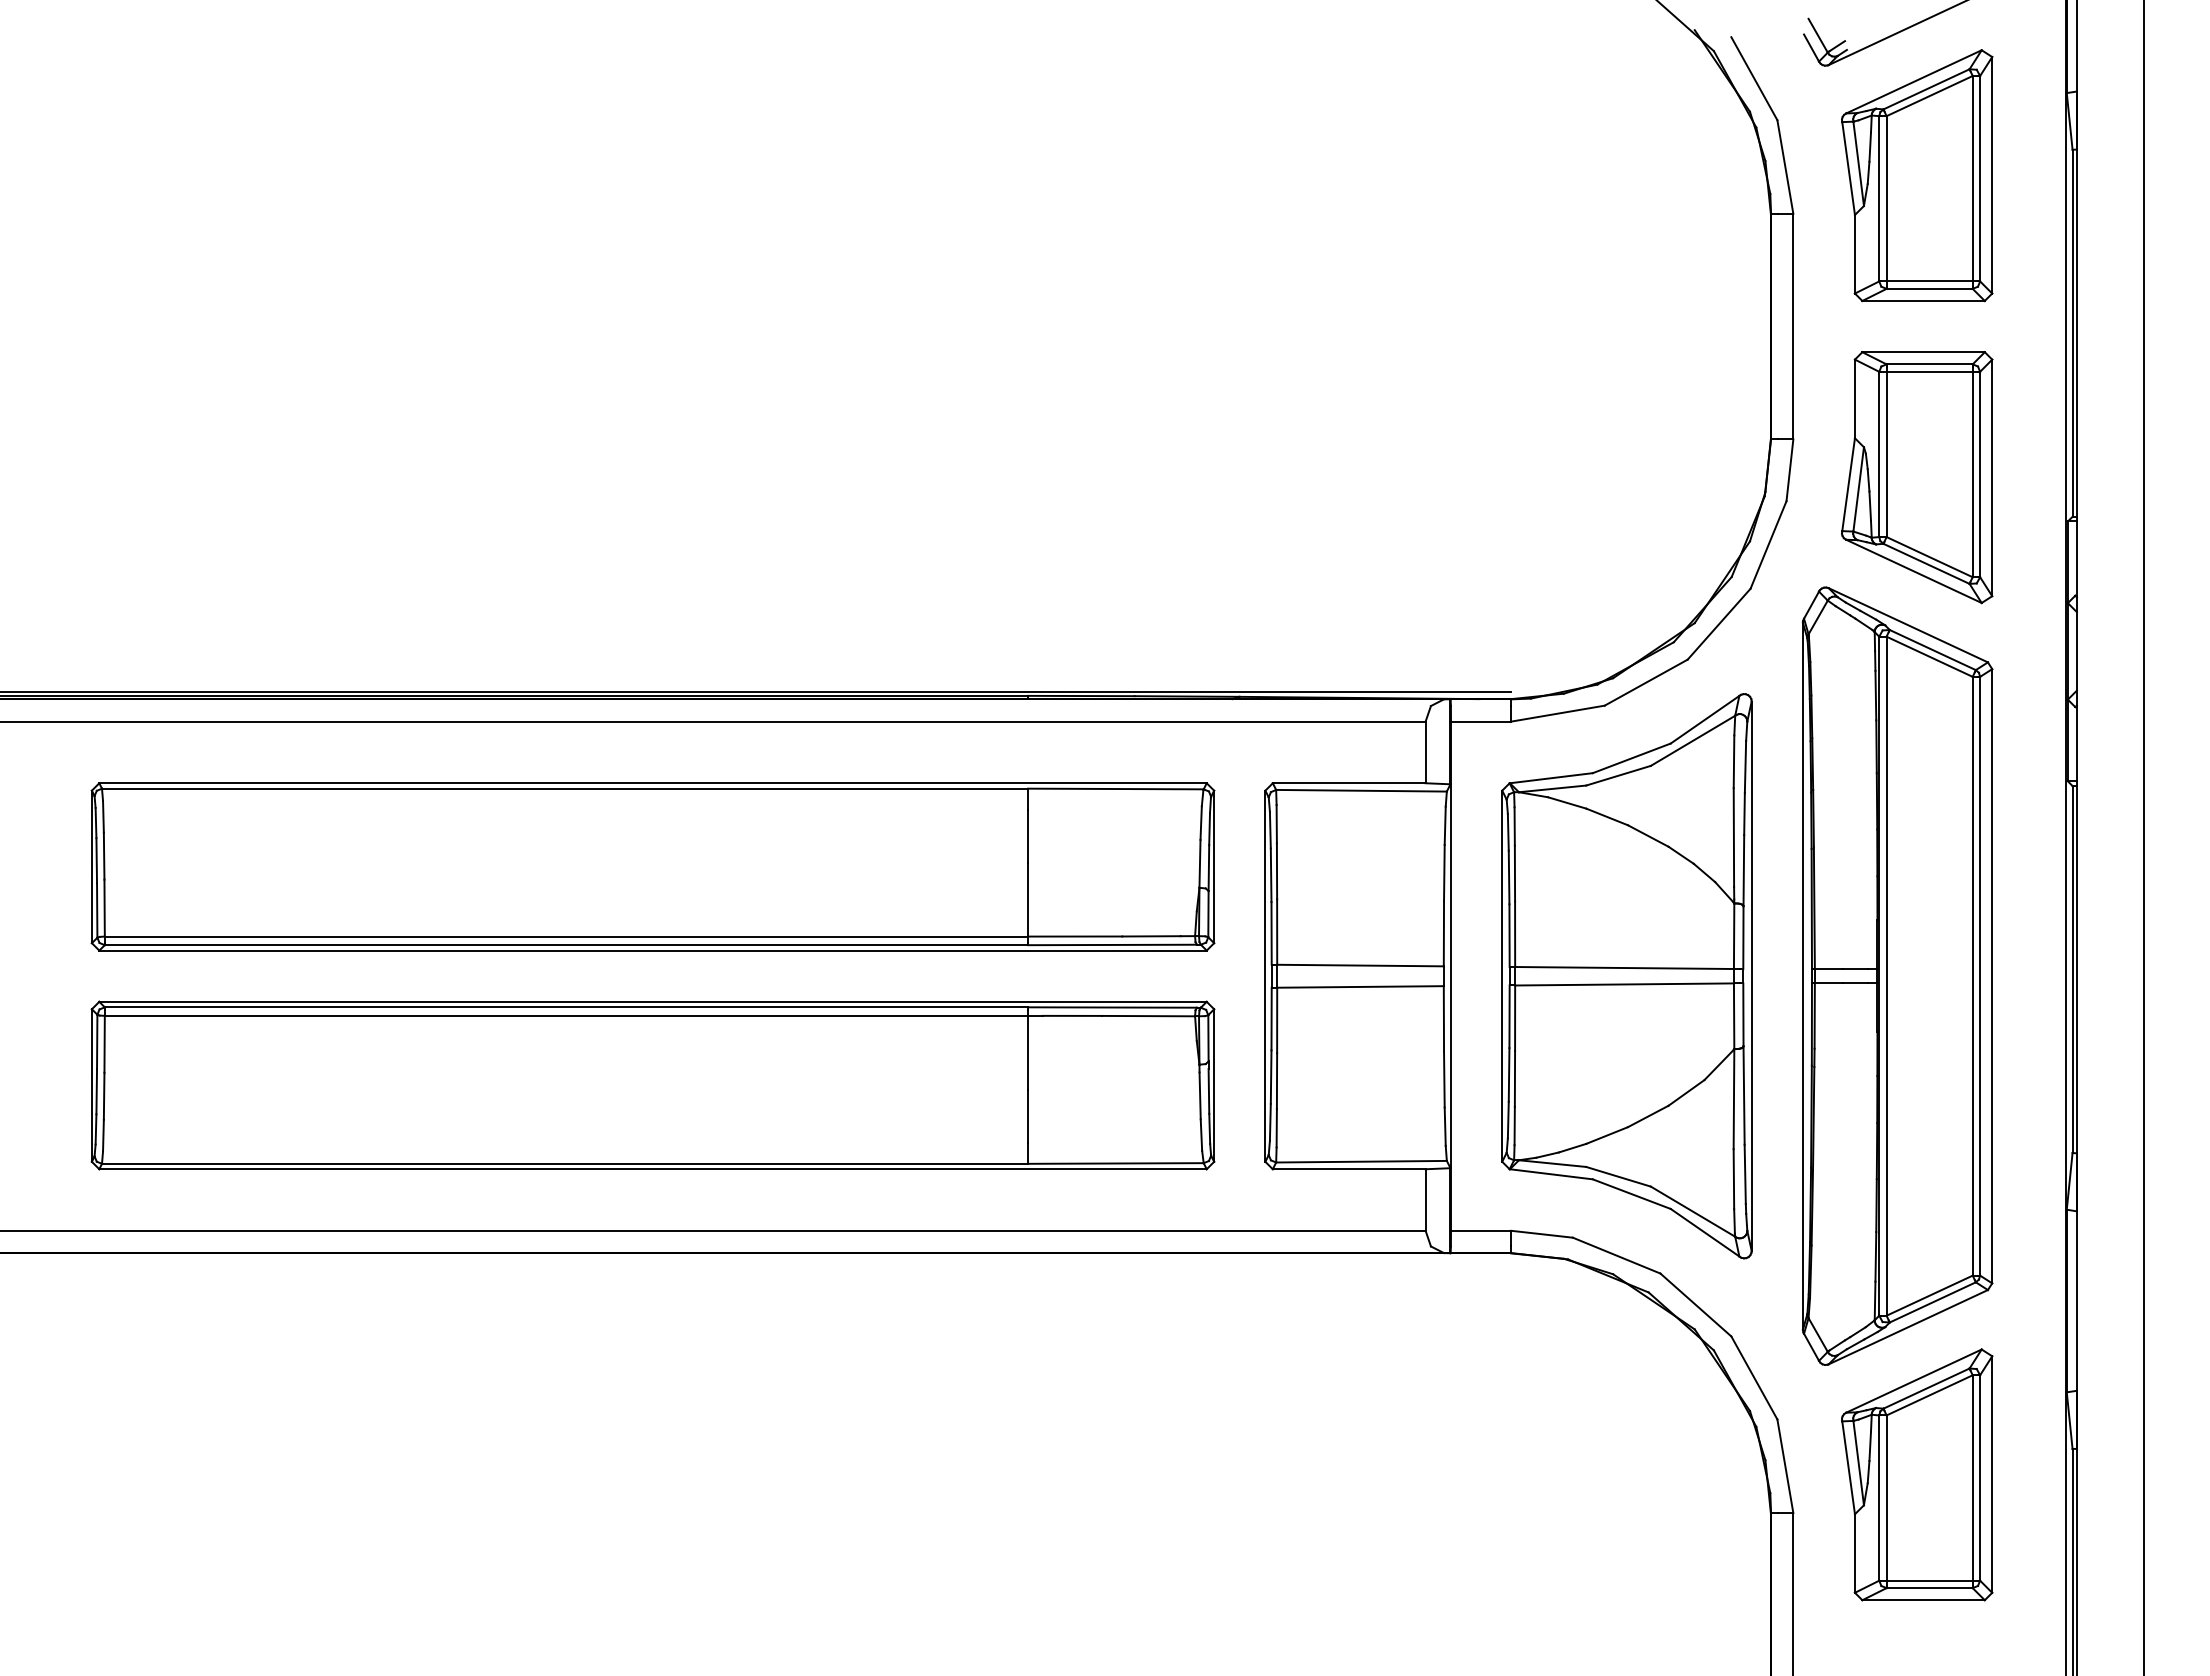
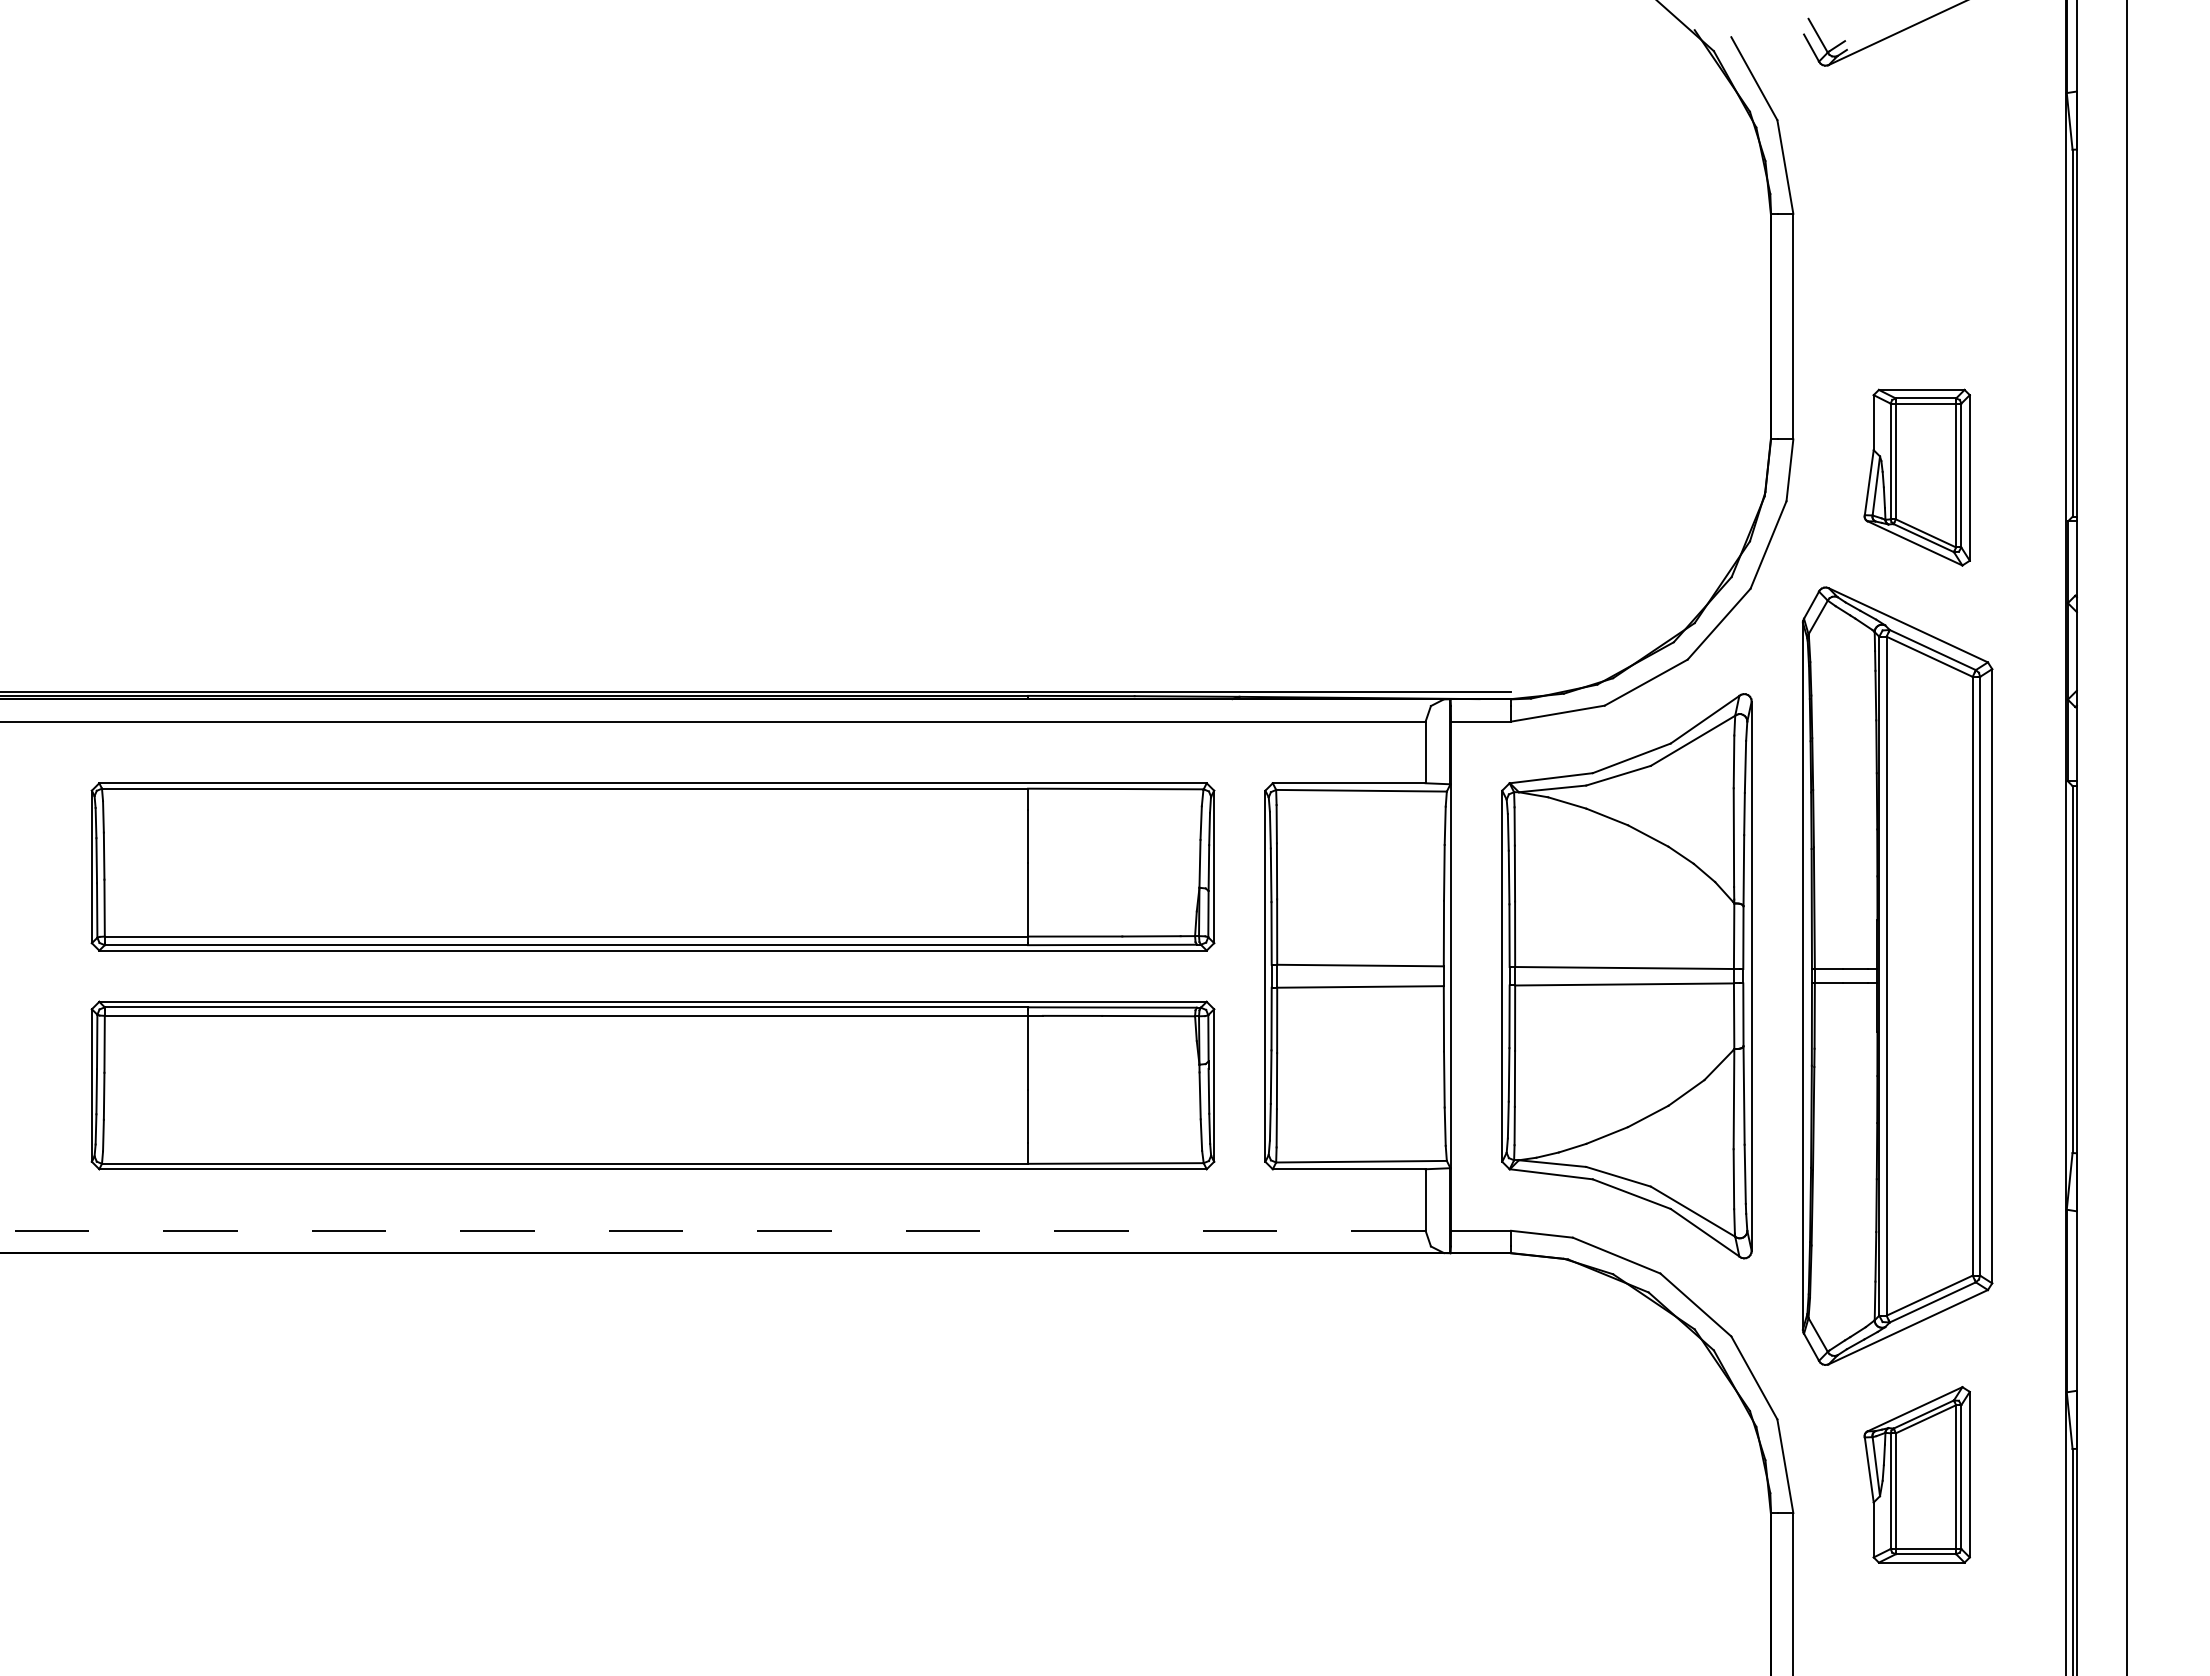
part at (1917, 175): present -> none
part at (1917, 477) size: 153x254 px -> 108x179 px
line at (2143, 837) position: (2143, 837) -> (2126, 837)
line at (712, 1230): solid -> dashed
part at (1917, 1474) size: 153x254 px -> 108x178 px
